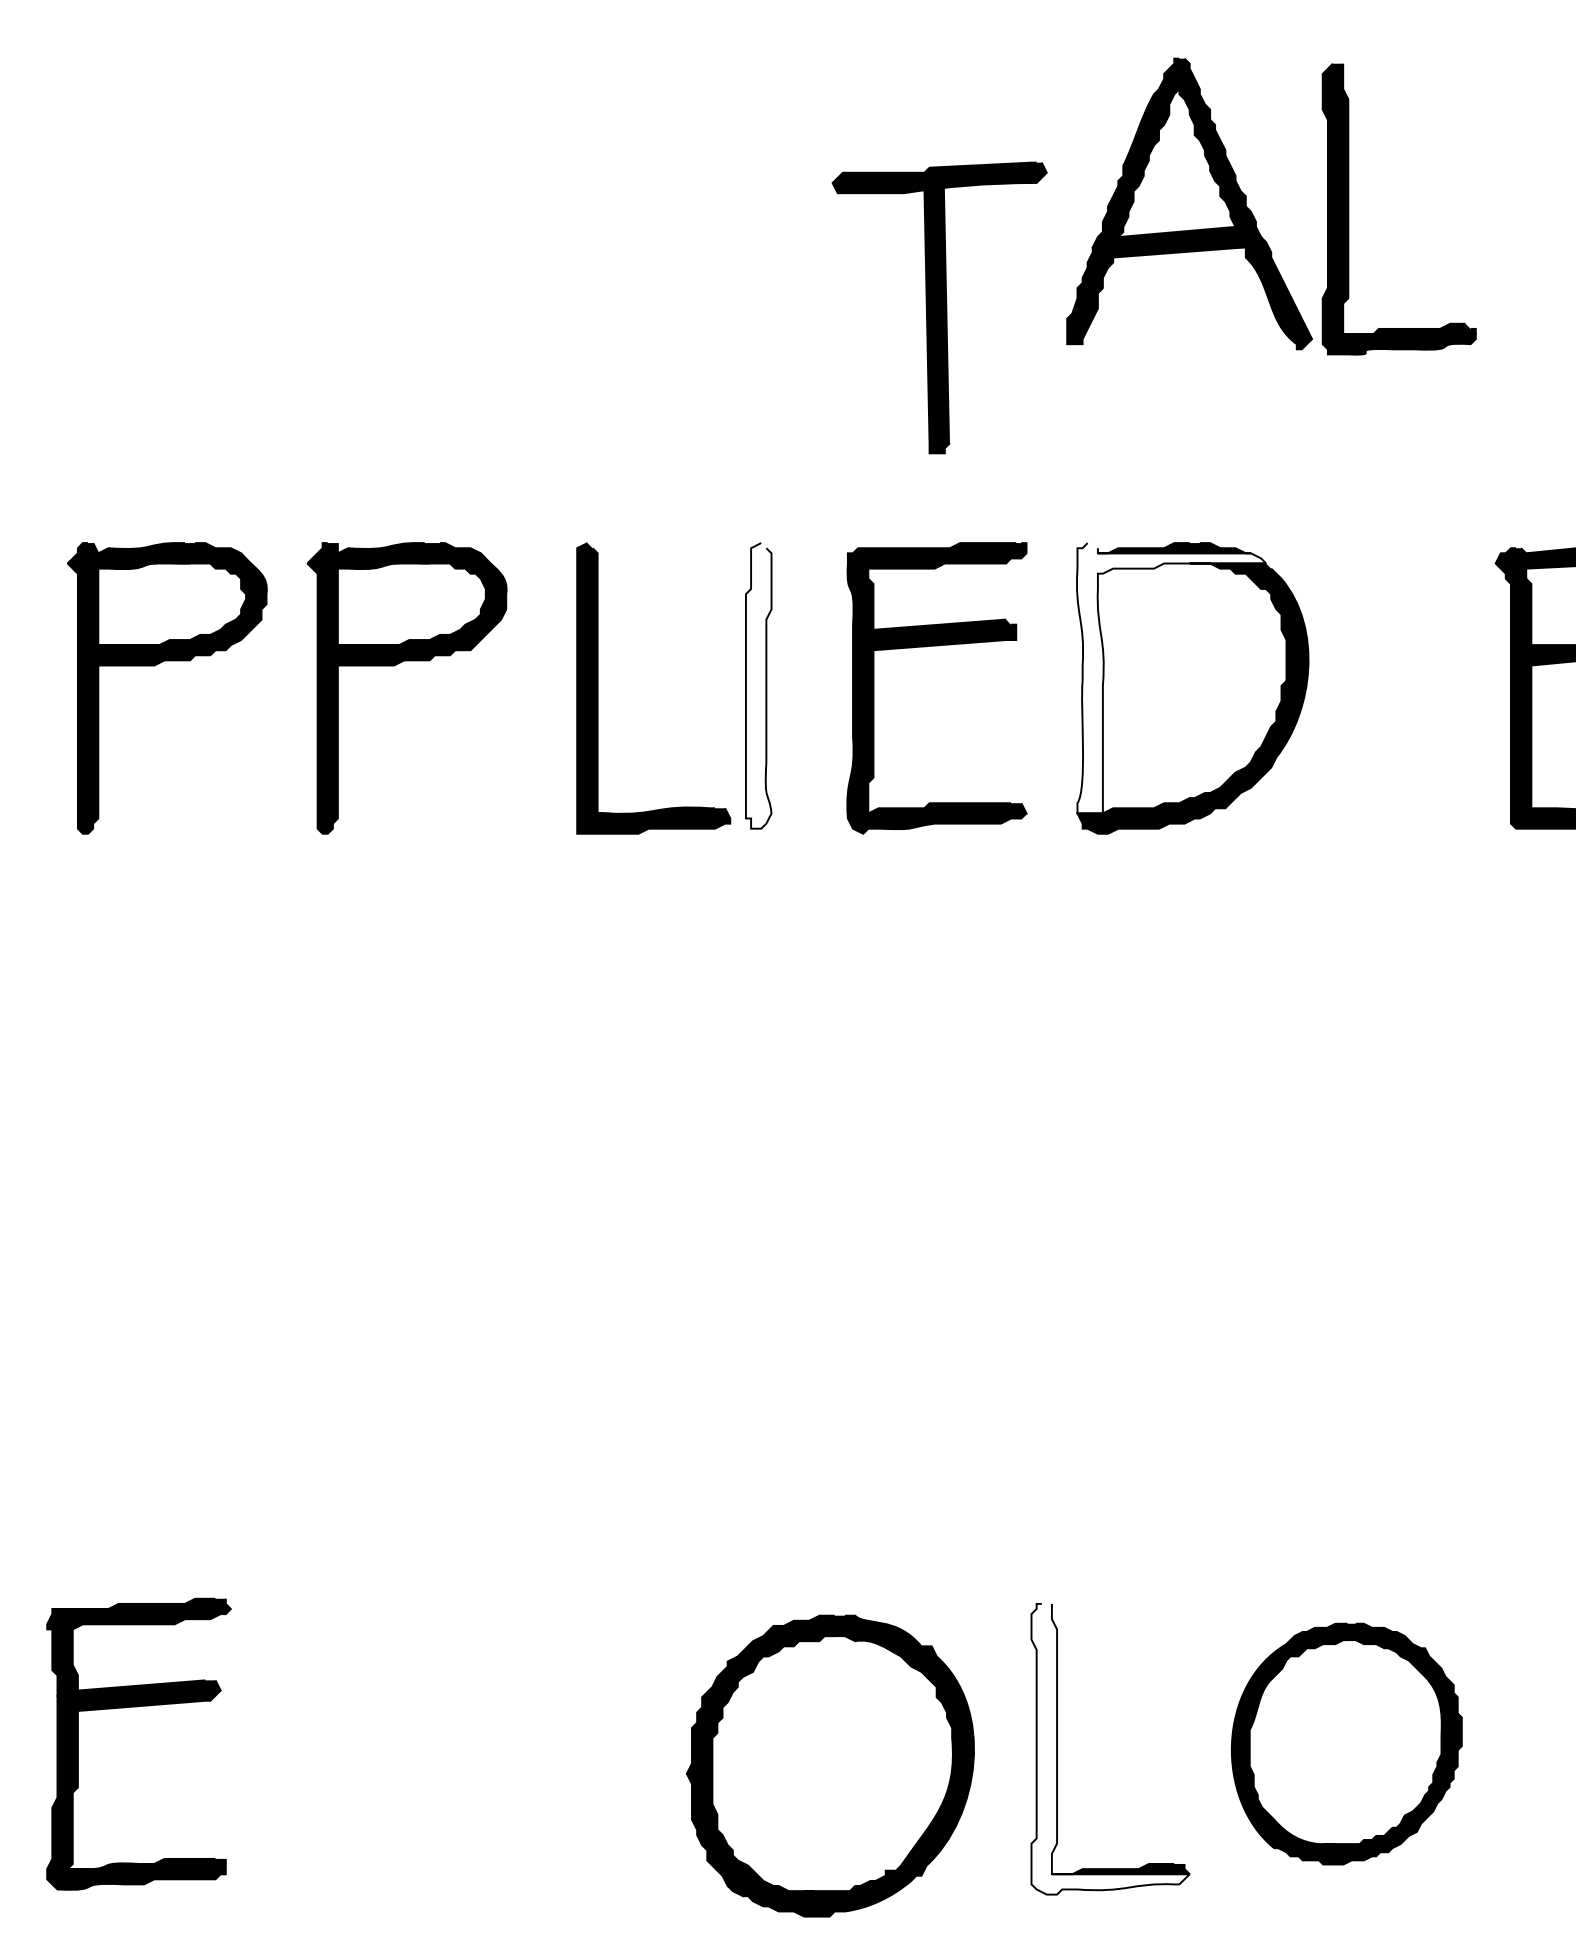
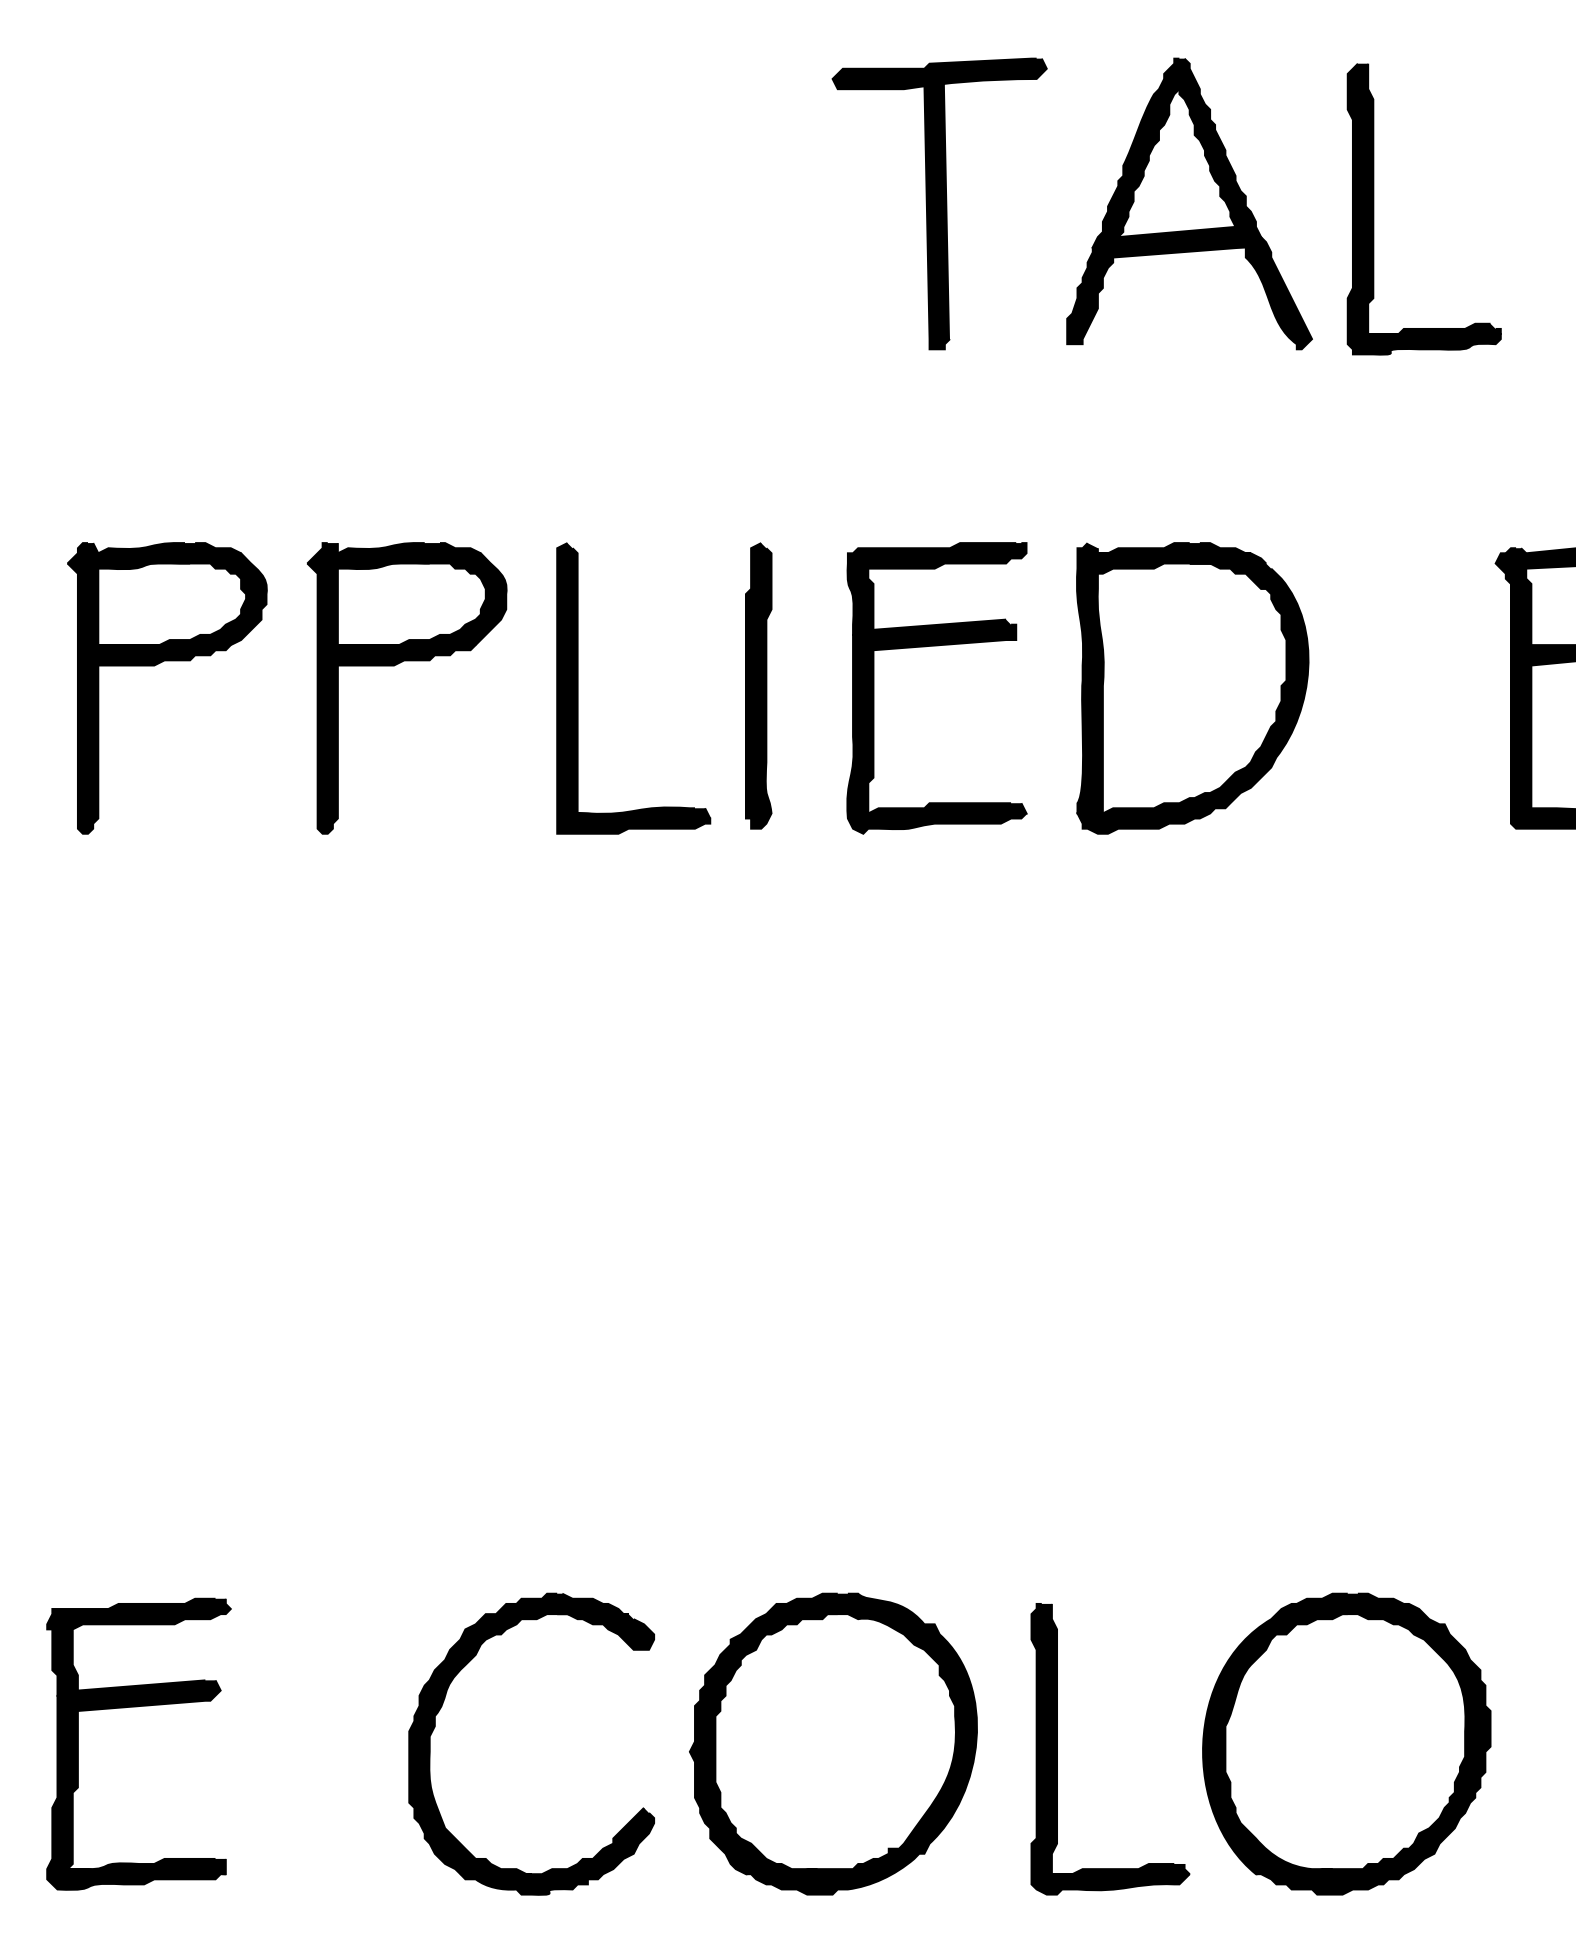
part at (1349, 209) position: (1349, 209) -> (1374, 209)
part at (939, 307) position: (939, 307) -> (939, 203)
fill at (1171, 678): none -> present
fill at (758, 685): none -> present
part at (598, 688) position: (598, 688) -> (578, 688)
part at (443, 1704): none -> present
part at (1346, 1743) size: 232x244 px -> 290x304 px
fill at (1110, 1748): none -> present
part at (830, 1765) position: (830, 1765) -> (833, 1743)
